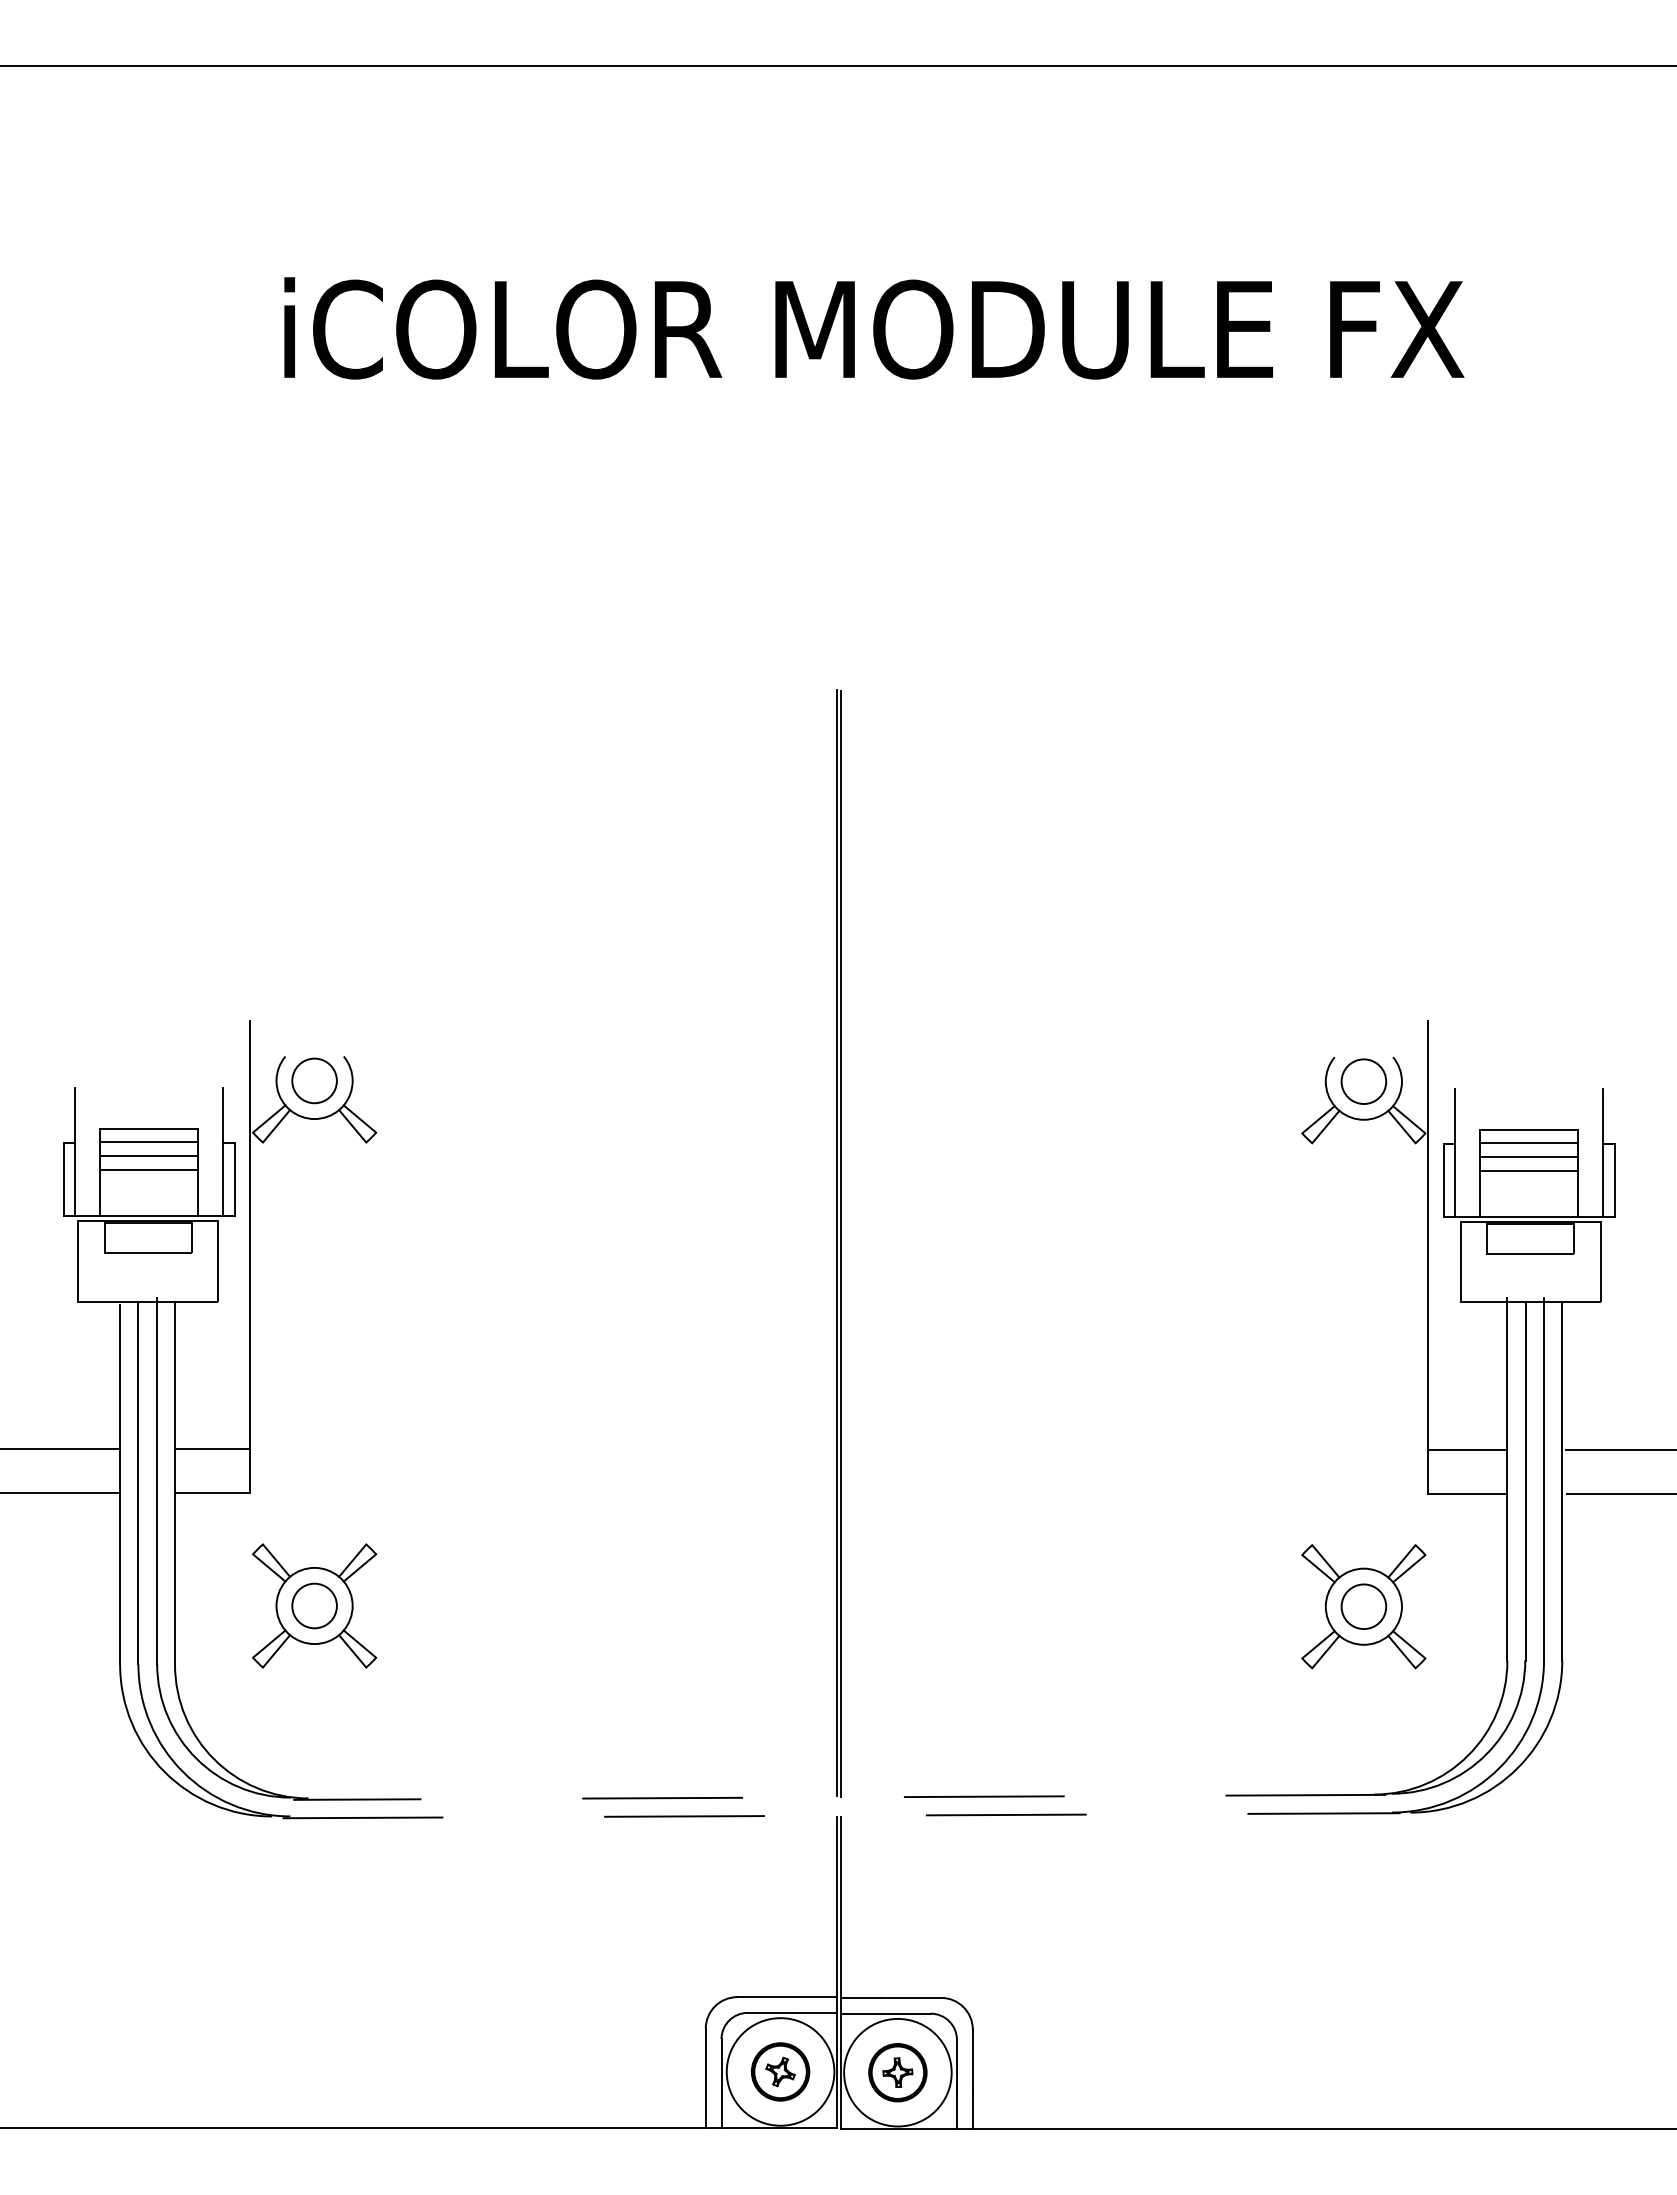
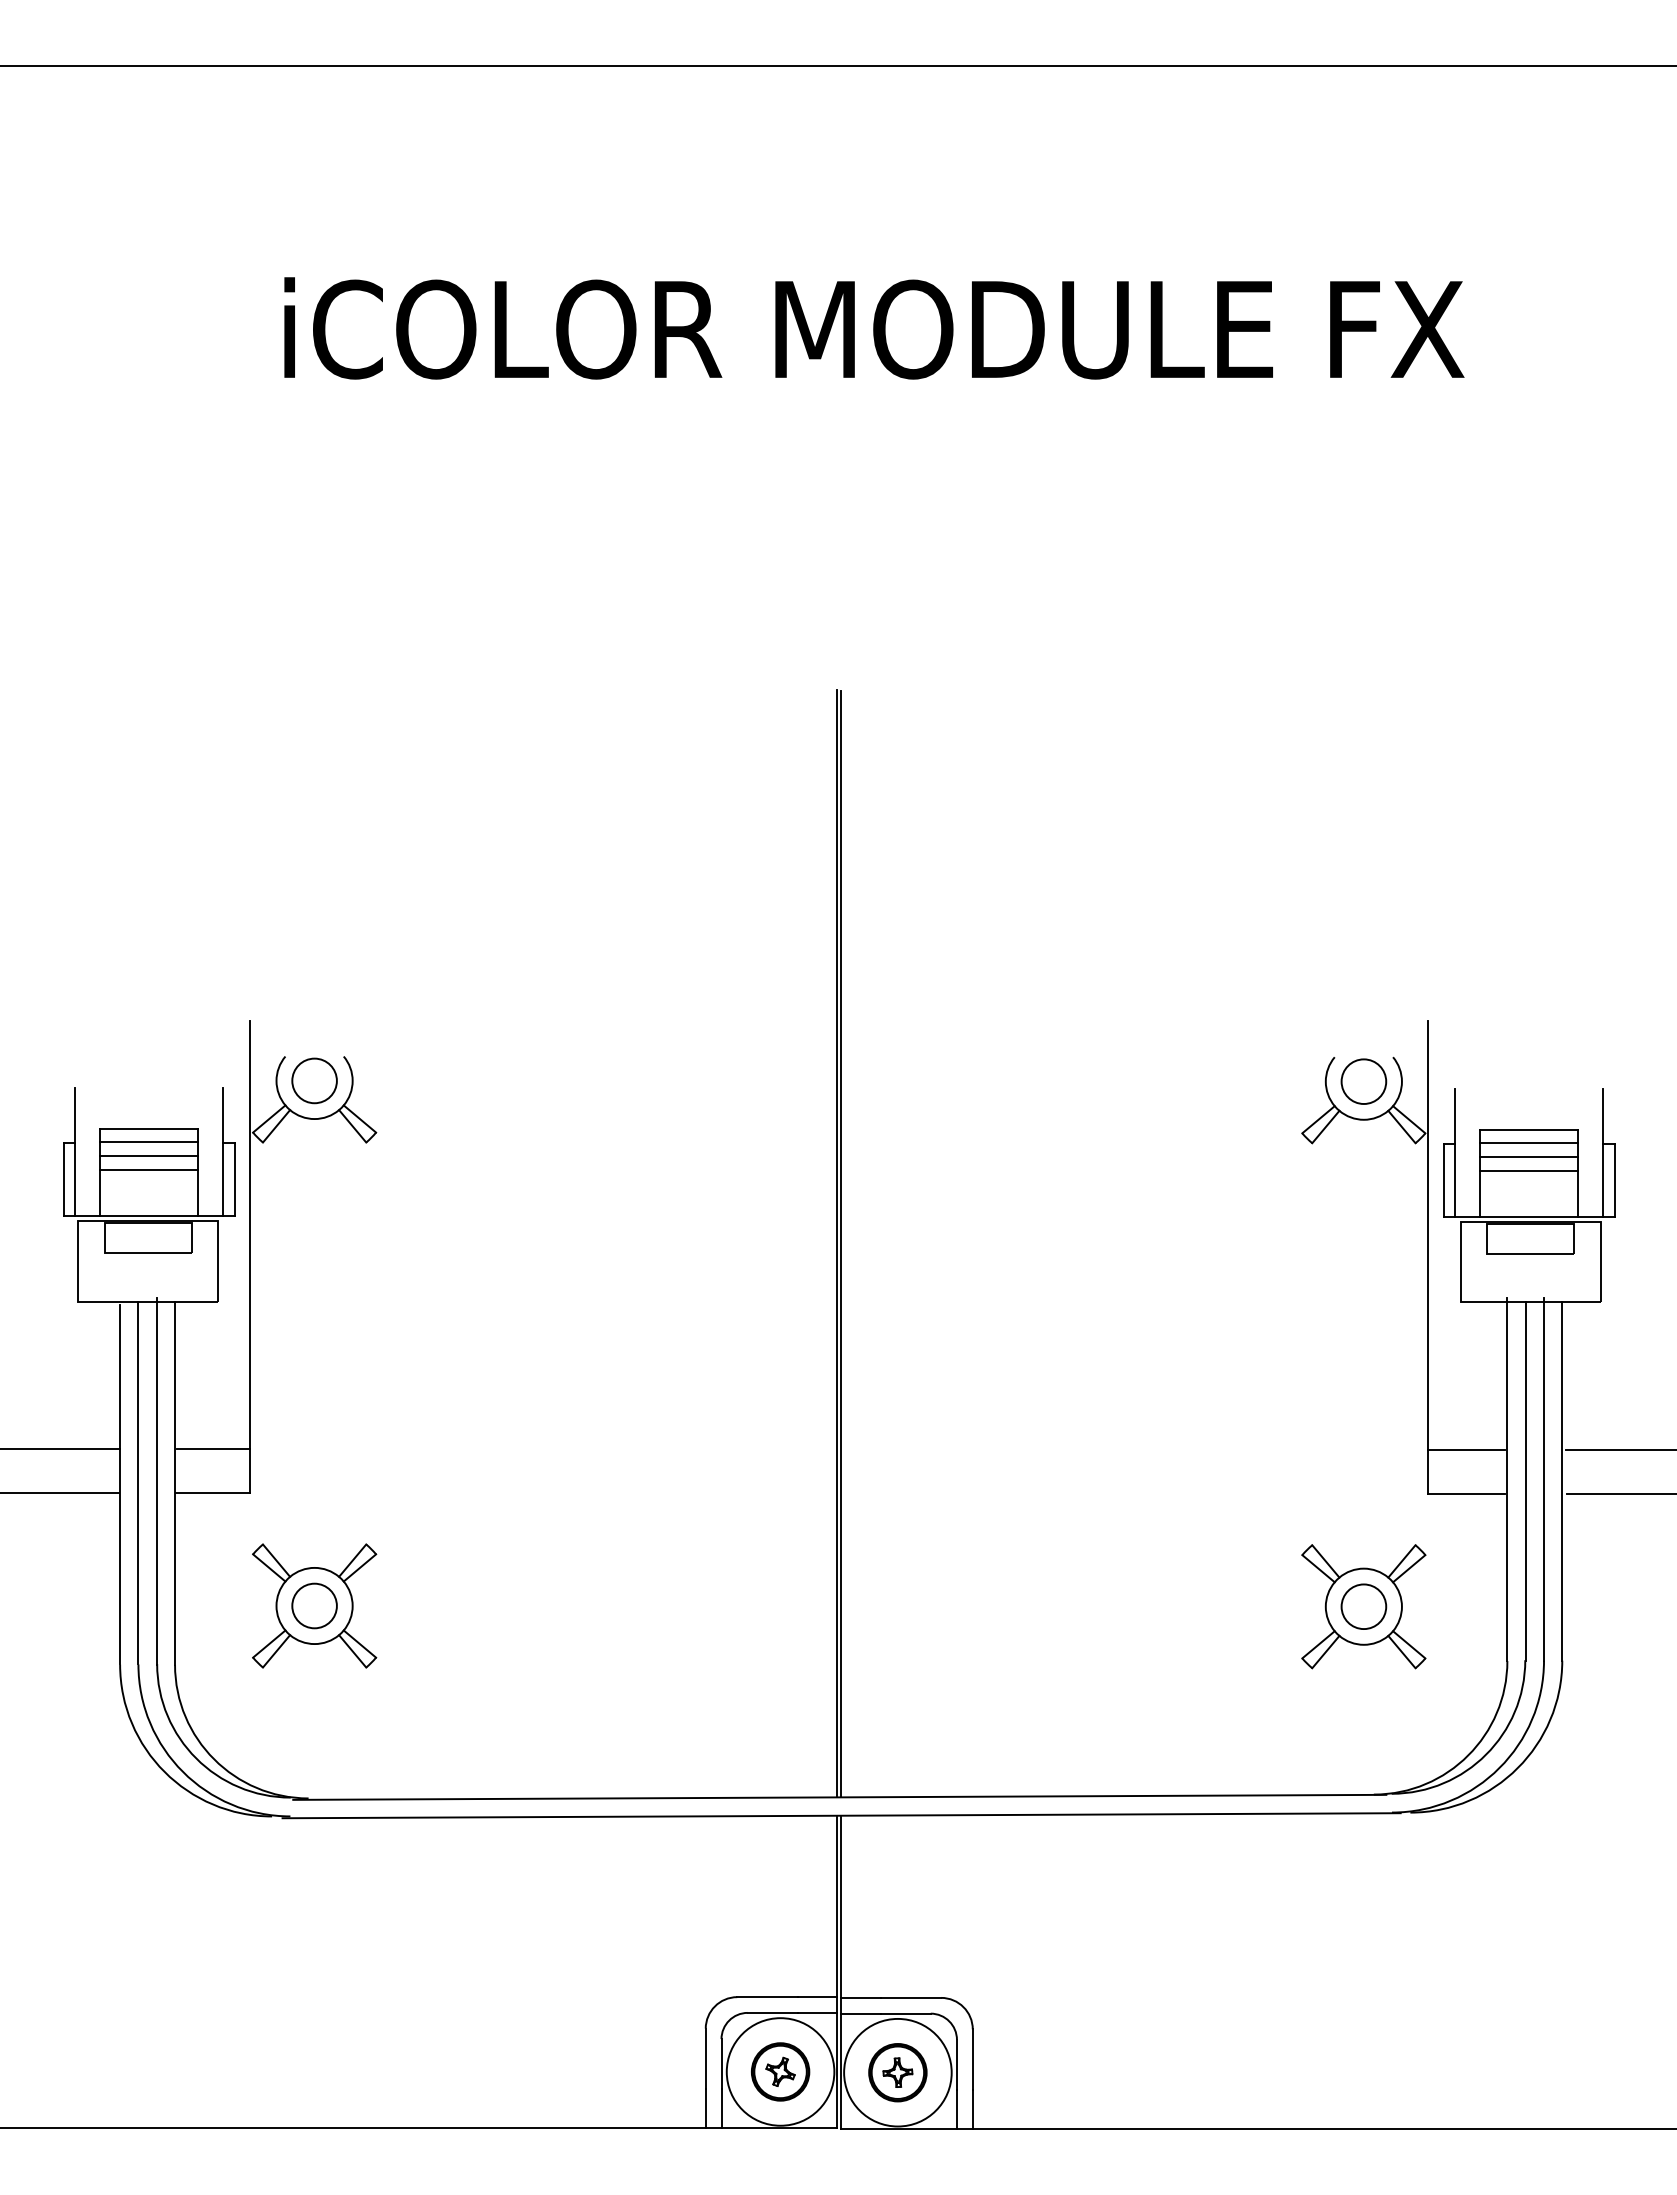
line at (839, 1797): dashed -> solid
line at (842, 1815): dashed -> solid
